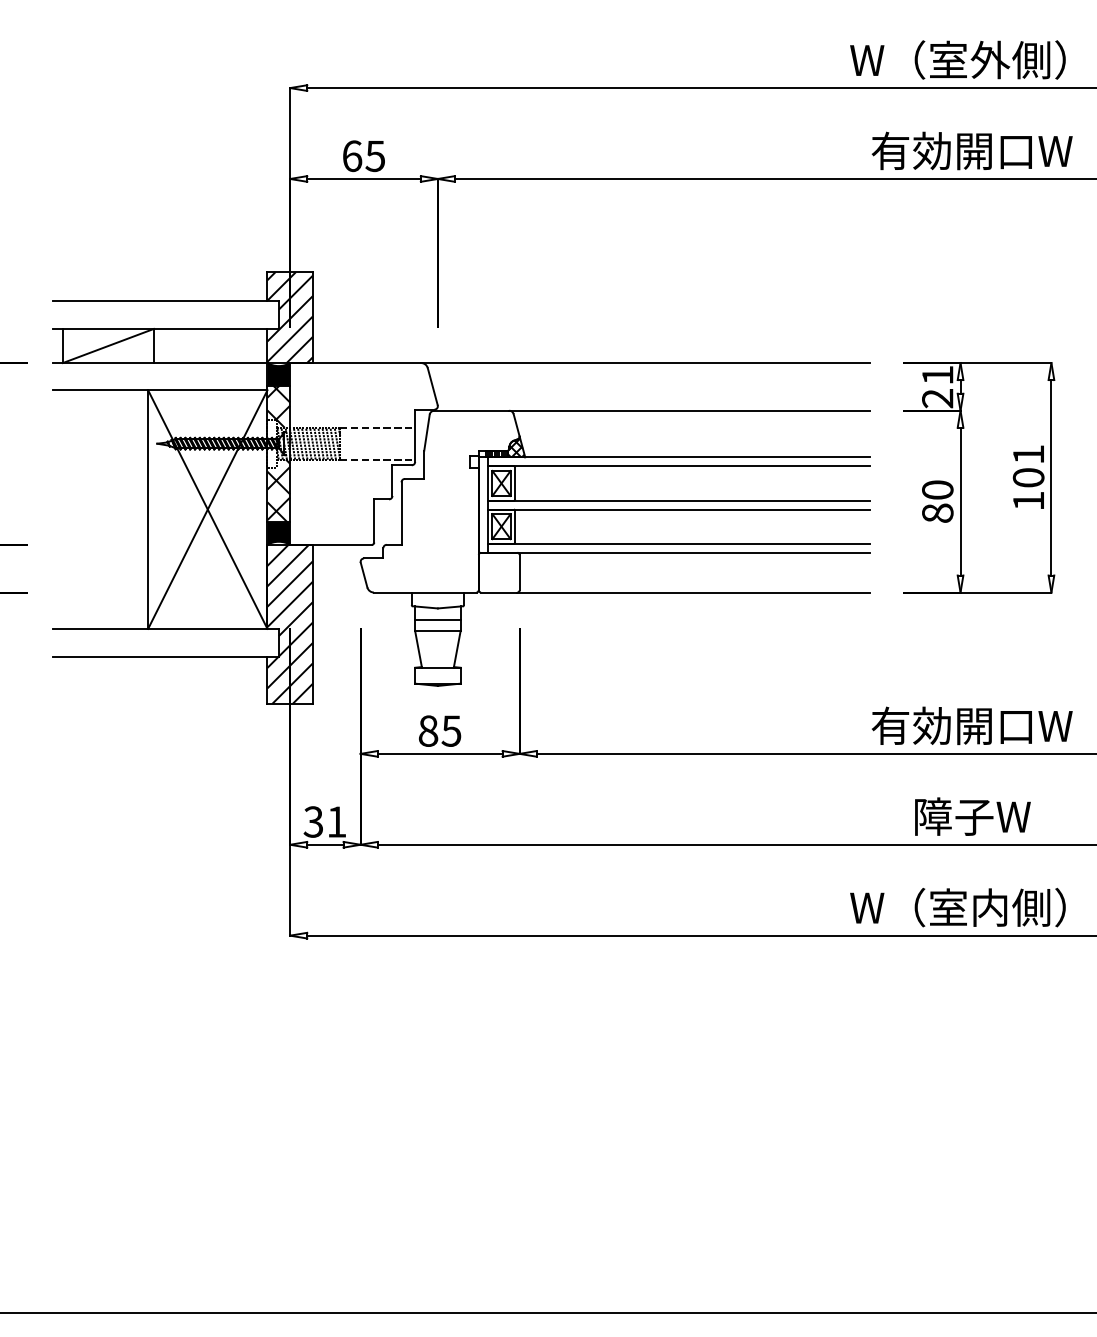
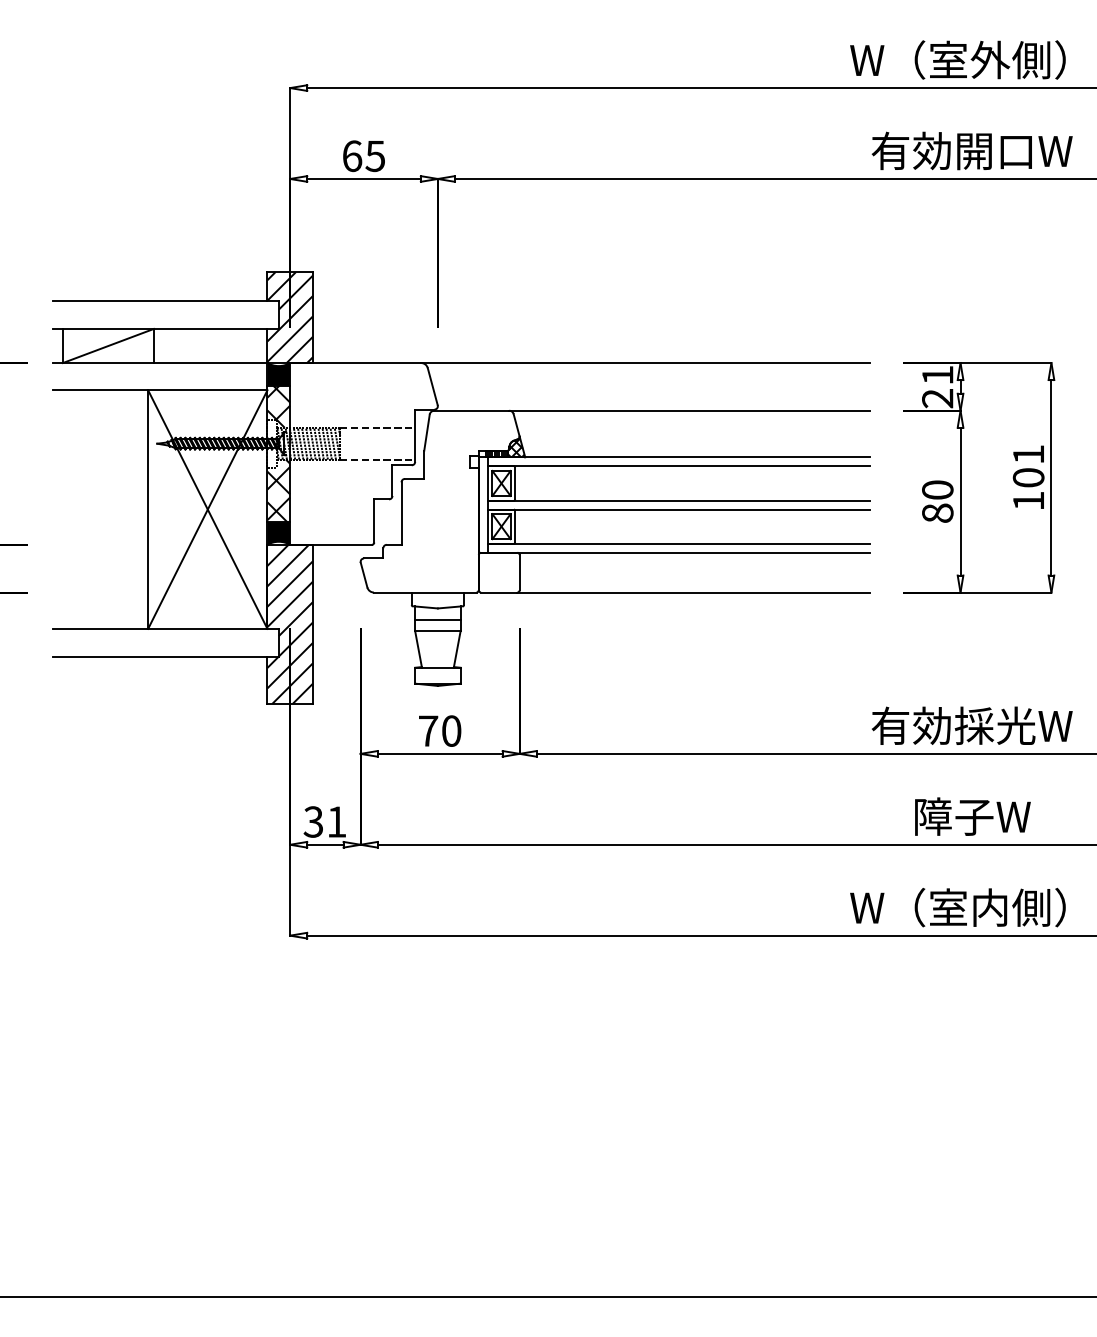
text at (994, 725): 有効開口W -> 有効採光W
text at (439, 730): 85 -> 70
line at (547, 1312) position: (547, 1312) -> (547, 1296)
